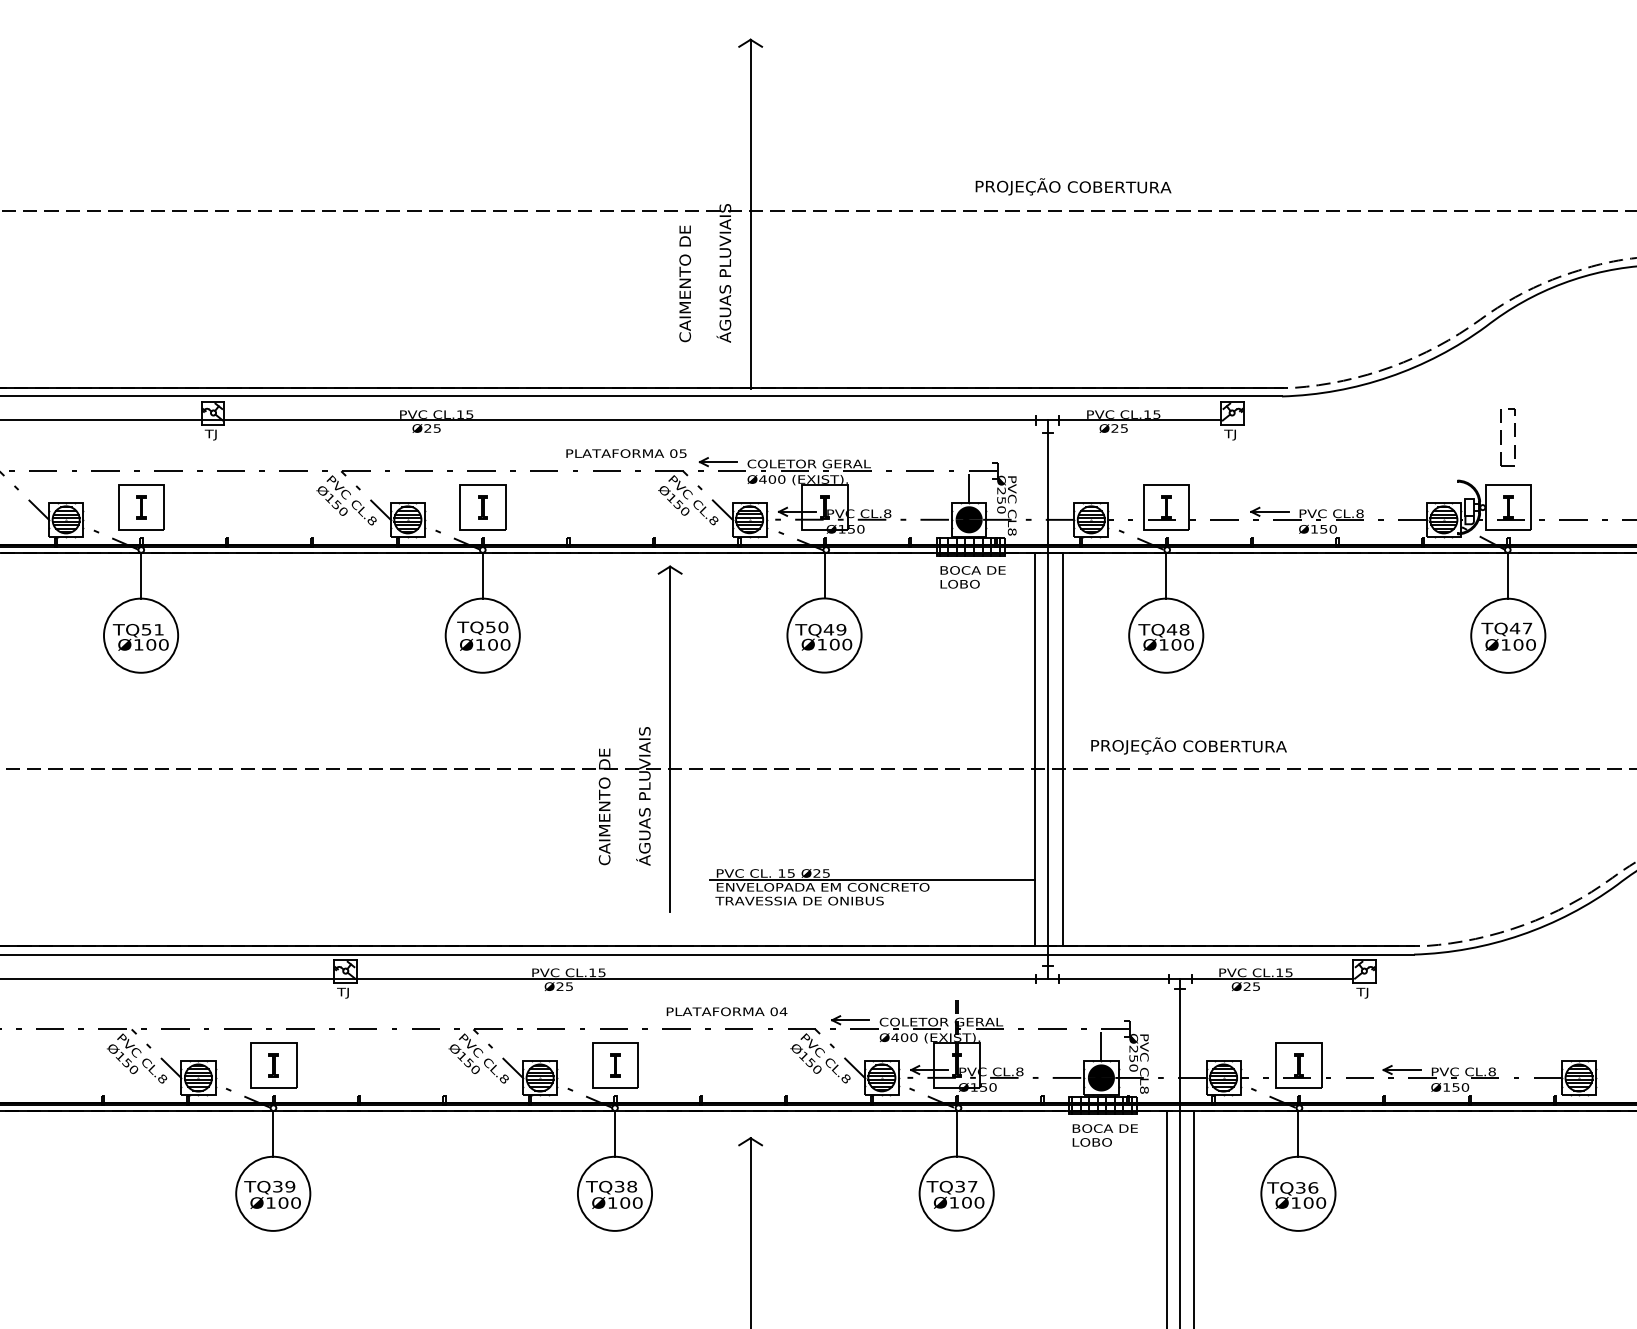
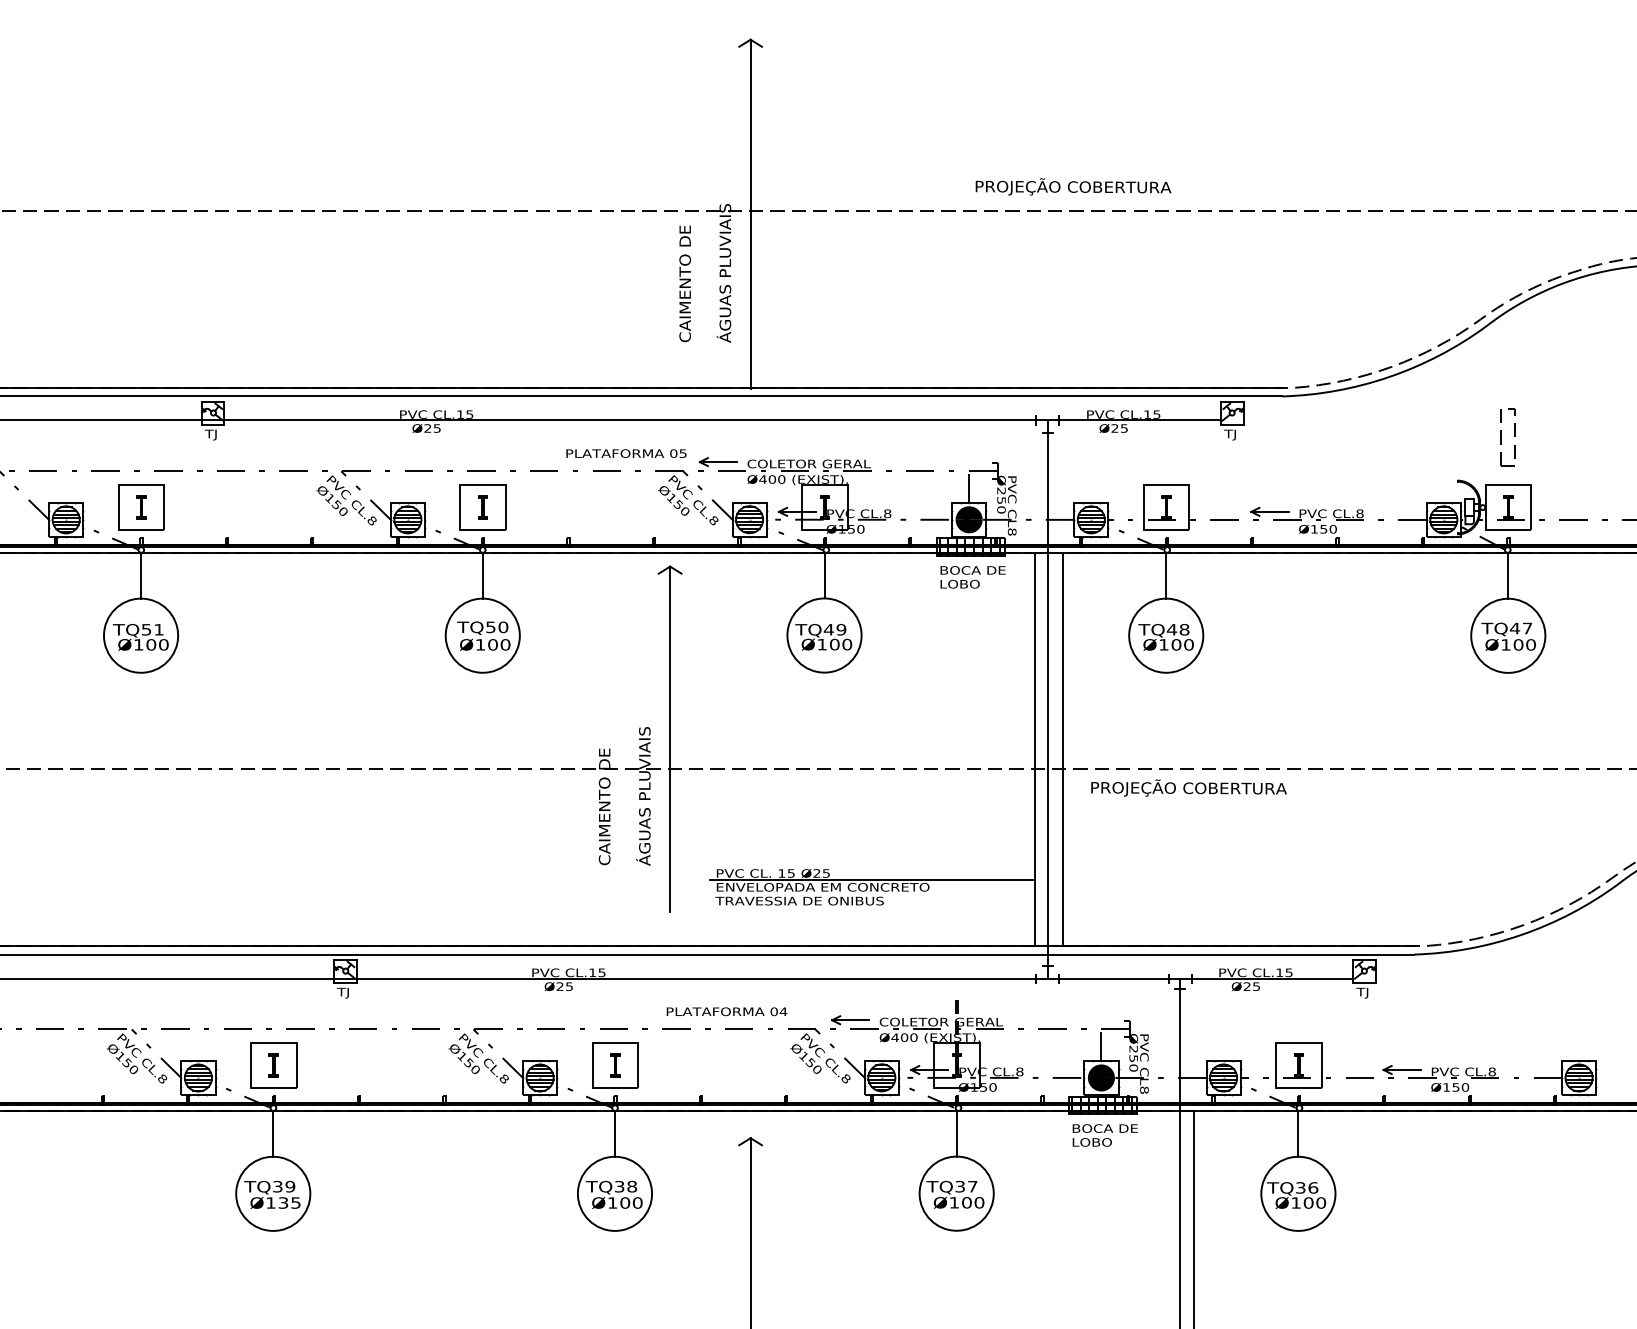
text at (1188, 745) position: (1188, 745) -> (1188, 787)
text at (289, 1202): Ø100 -> Ø135
line at (1167, 1218): present -> none
